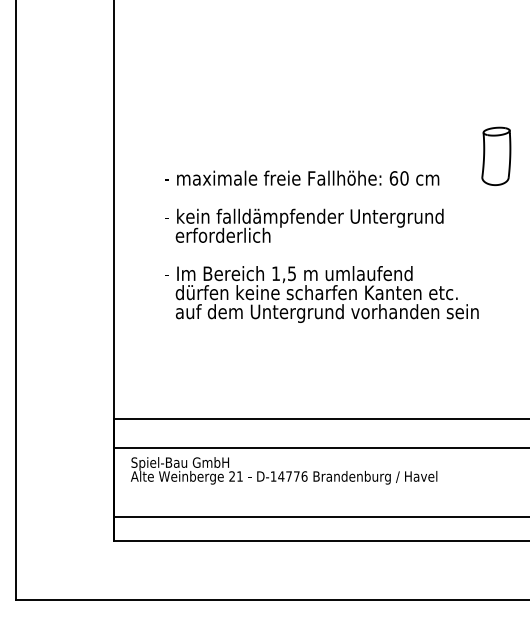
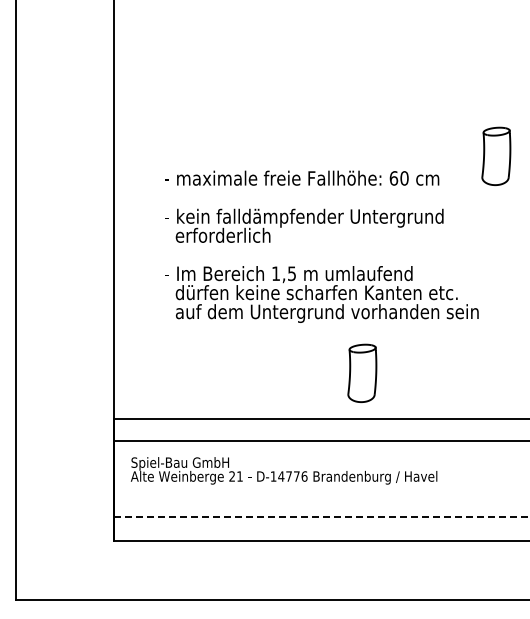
part at (362, 372): none -> present
line at (320, 448) position: (320, 448) -> (320, 441)
line at (322, 516): solid -> dashed
